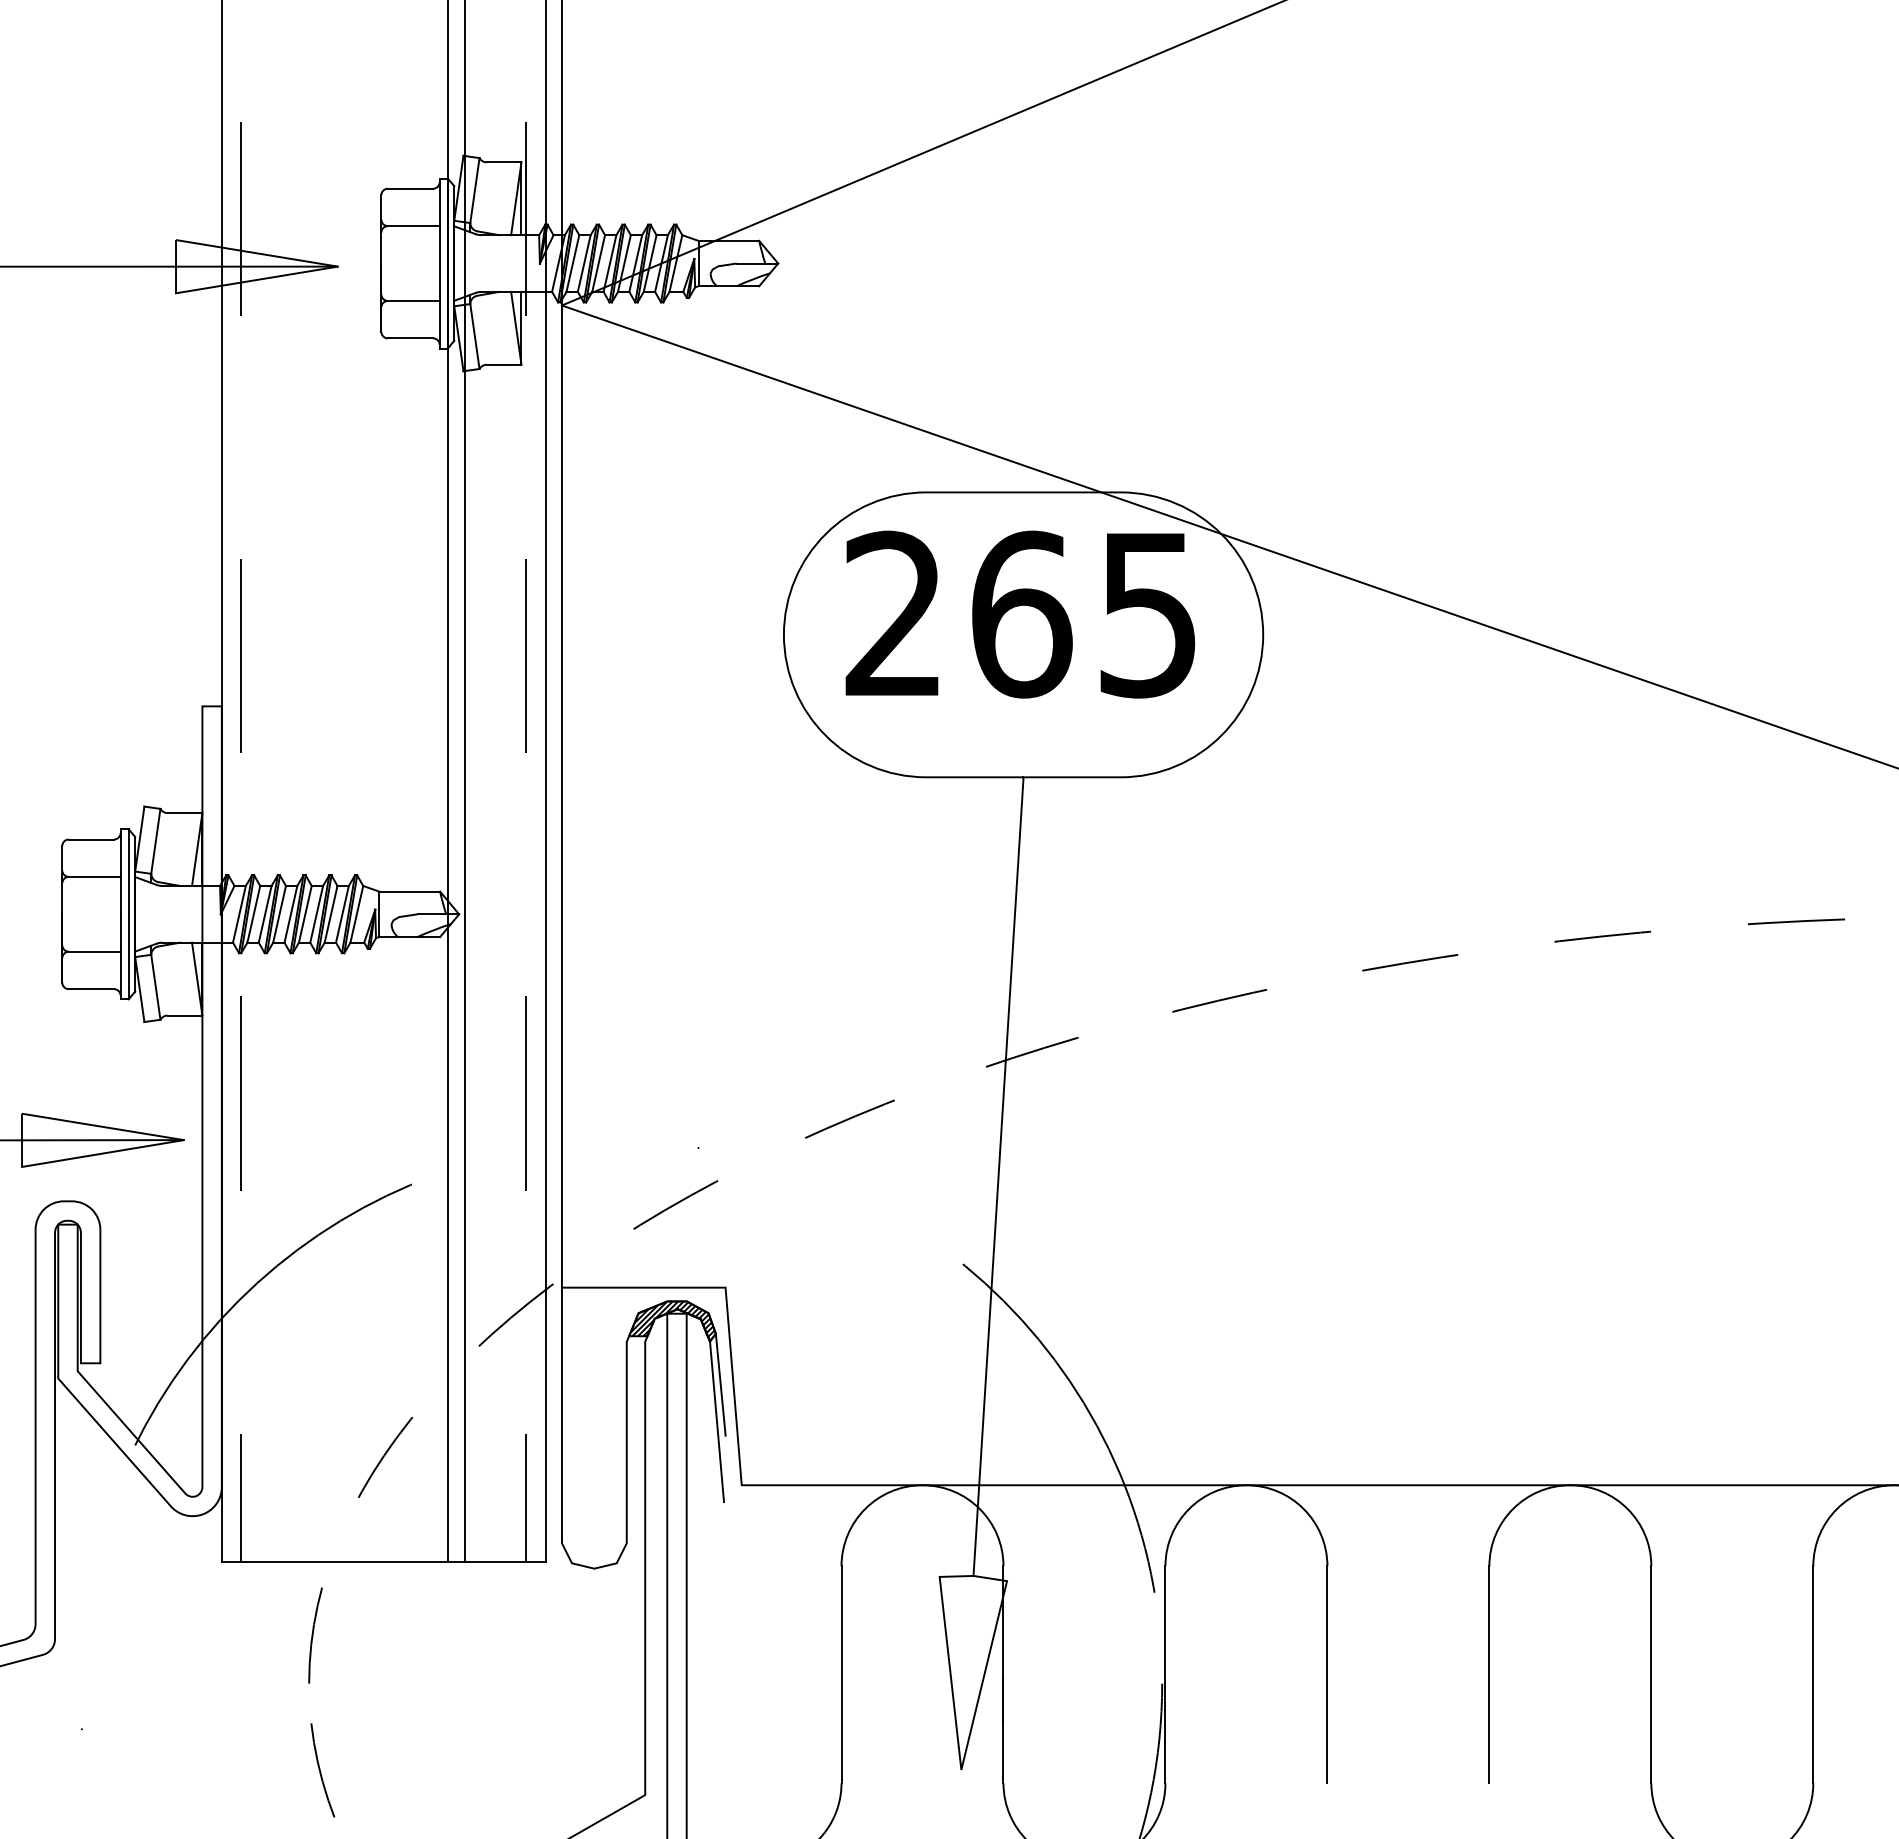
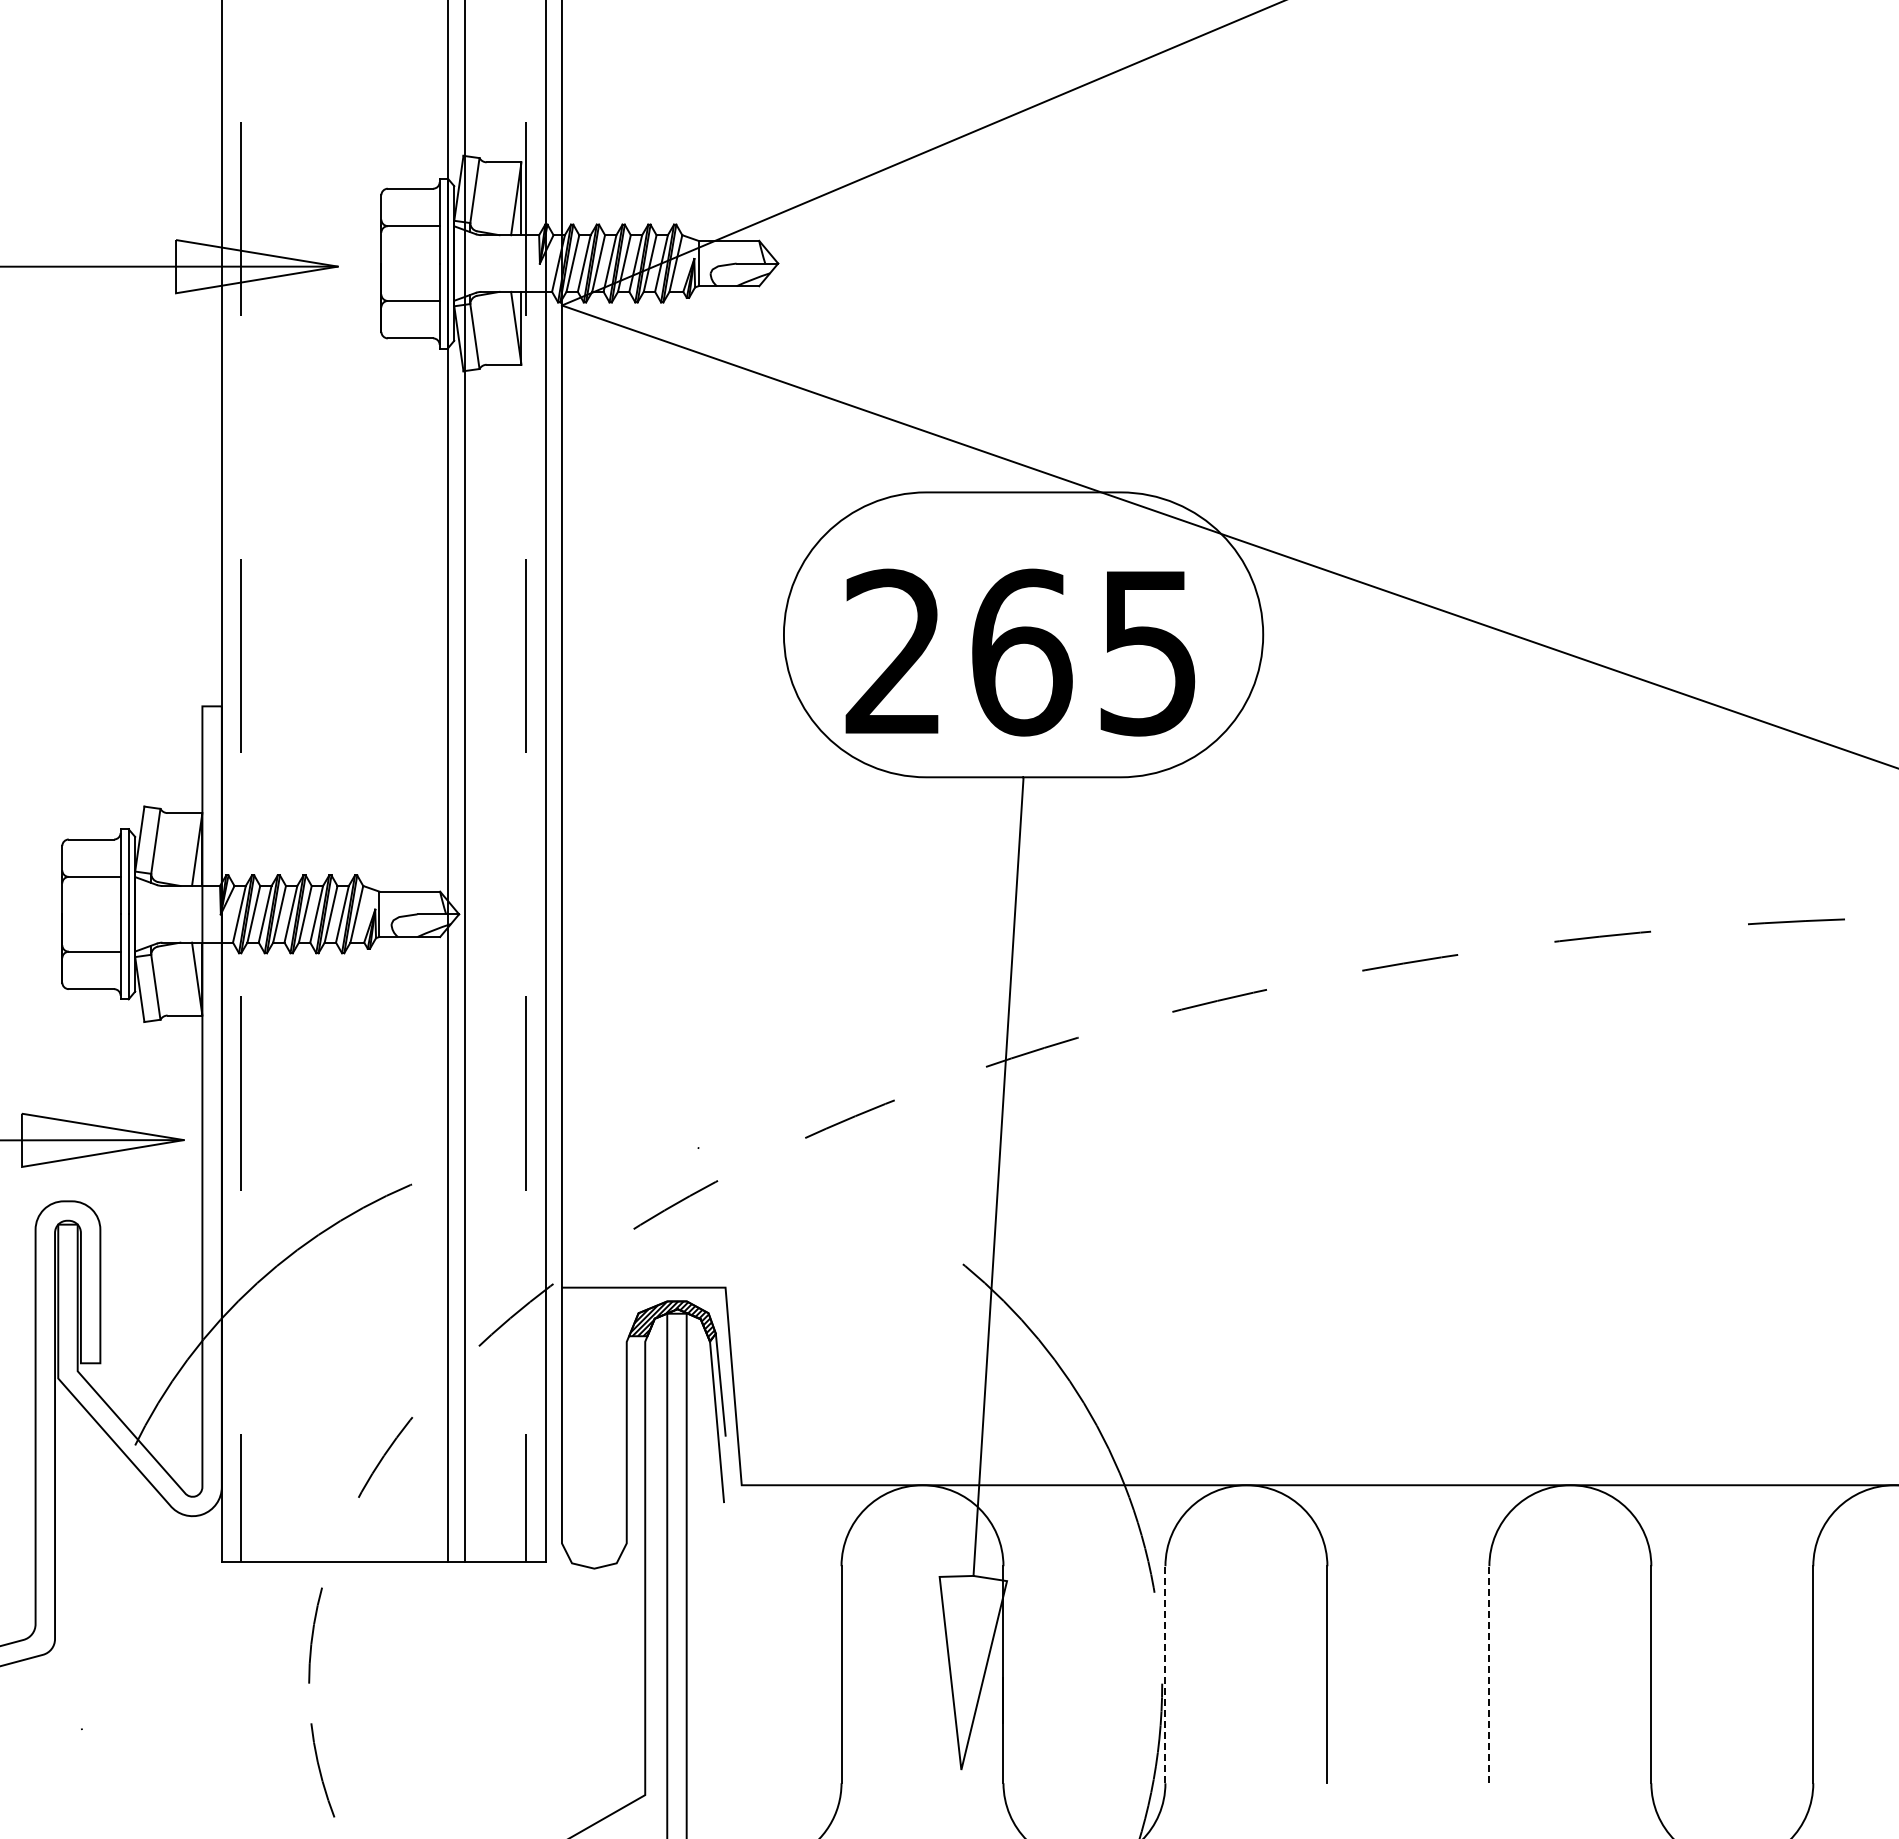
text at (1020, 614) position: (1020, 614) -> (1020, 652)
line at (1165, 1674): solid -> dashed
line at (1489, 1674): solid -> dashed
